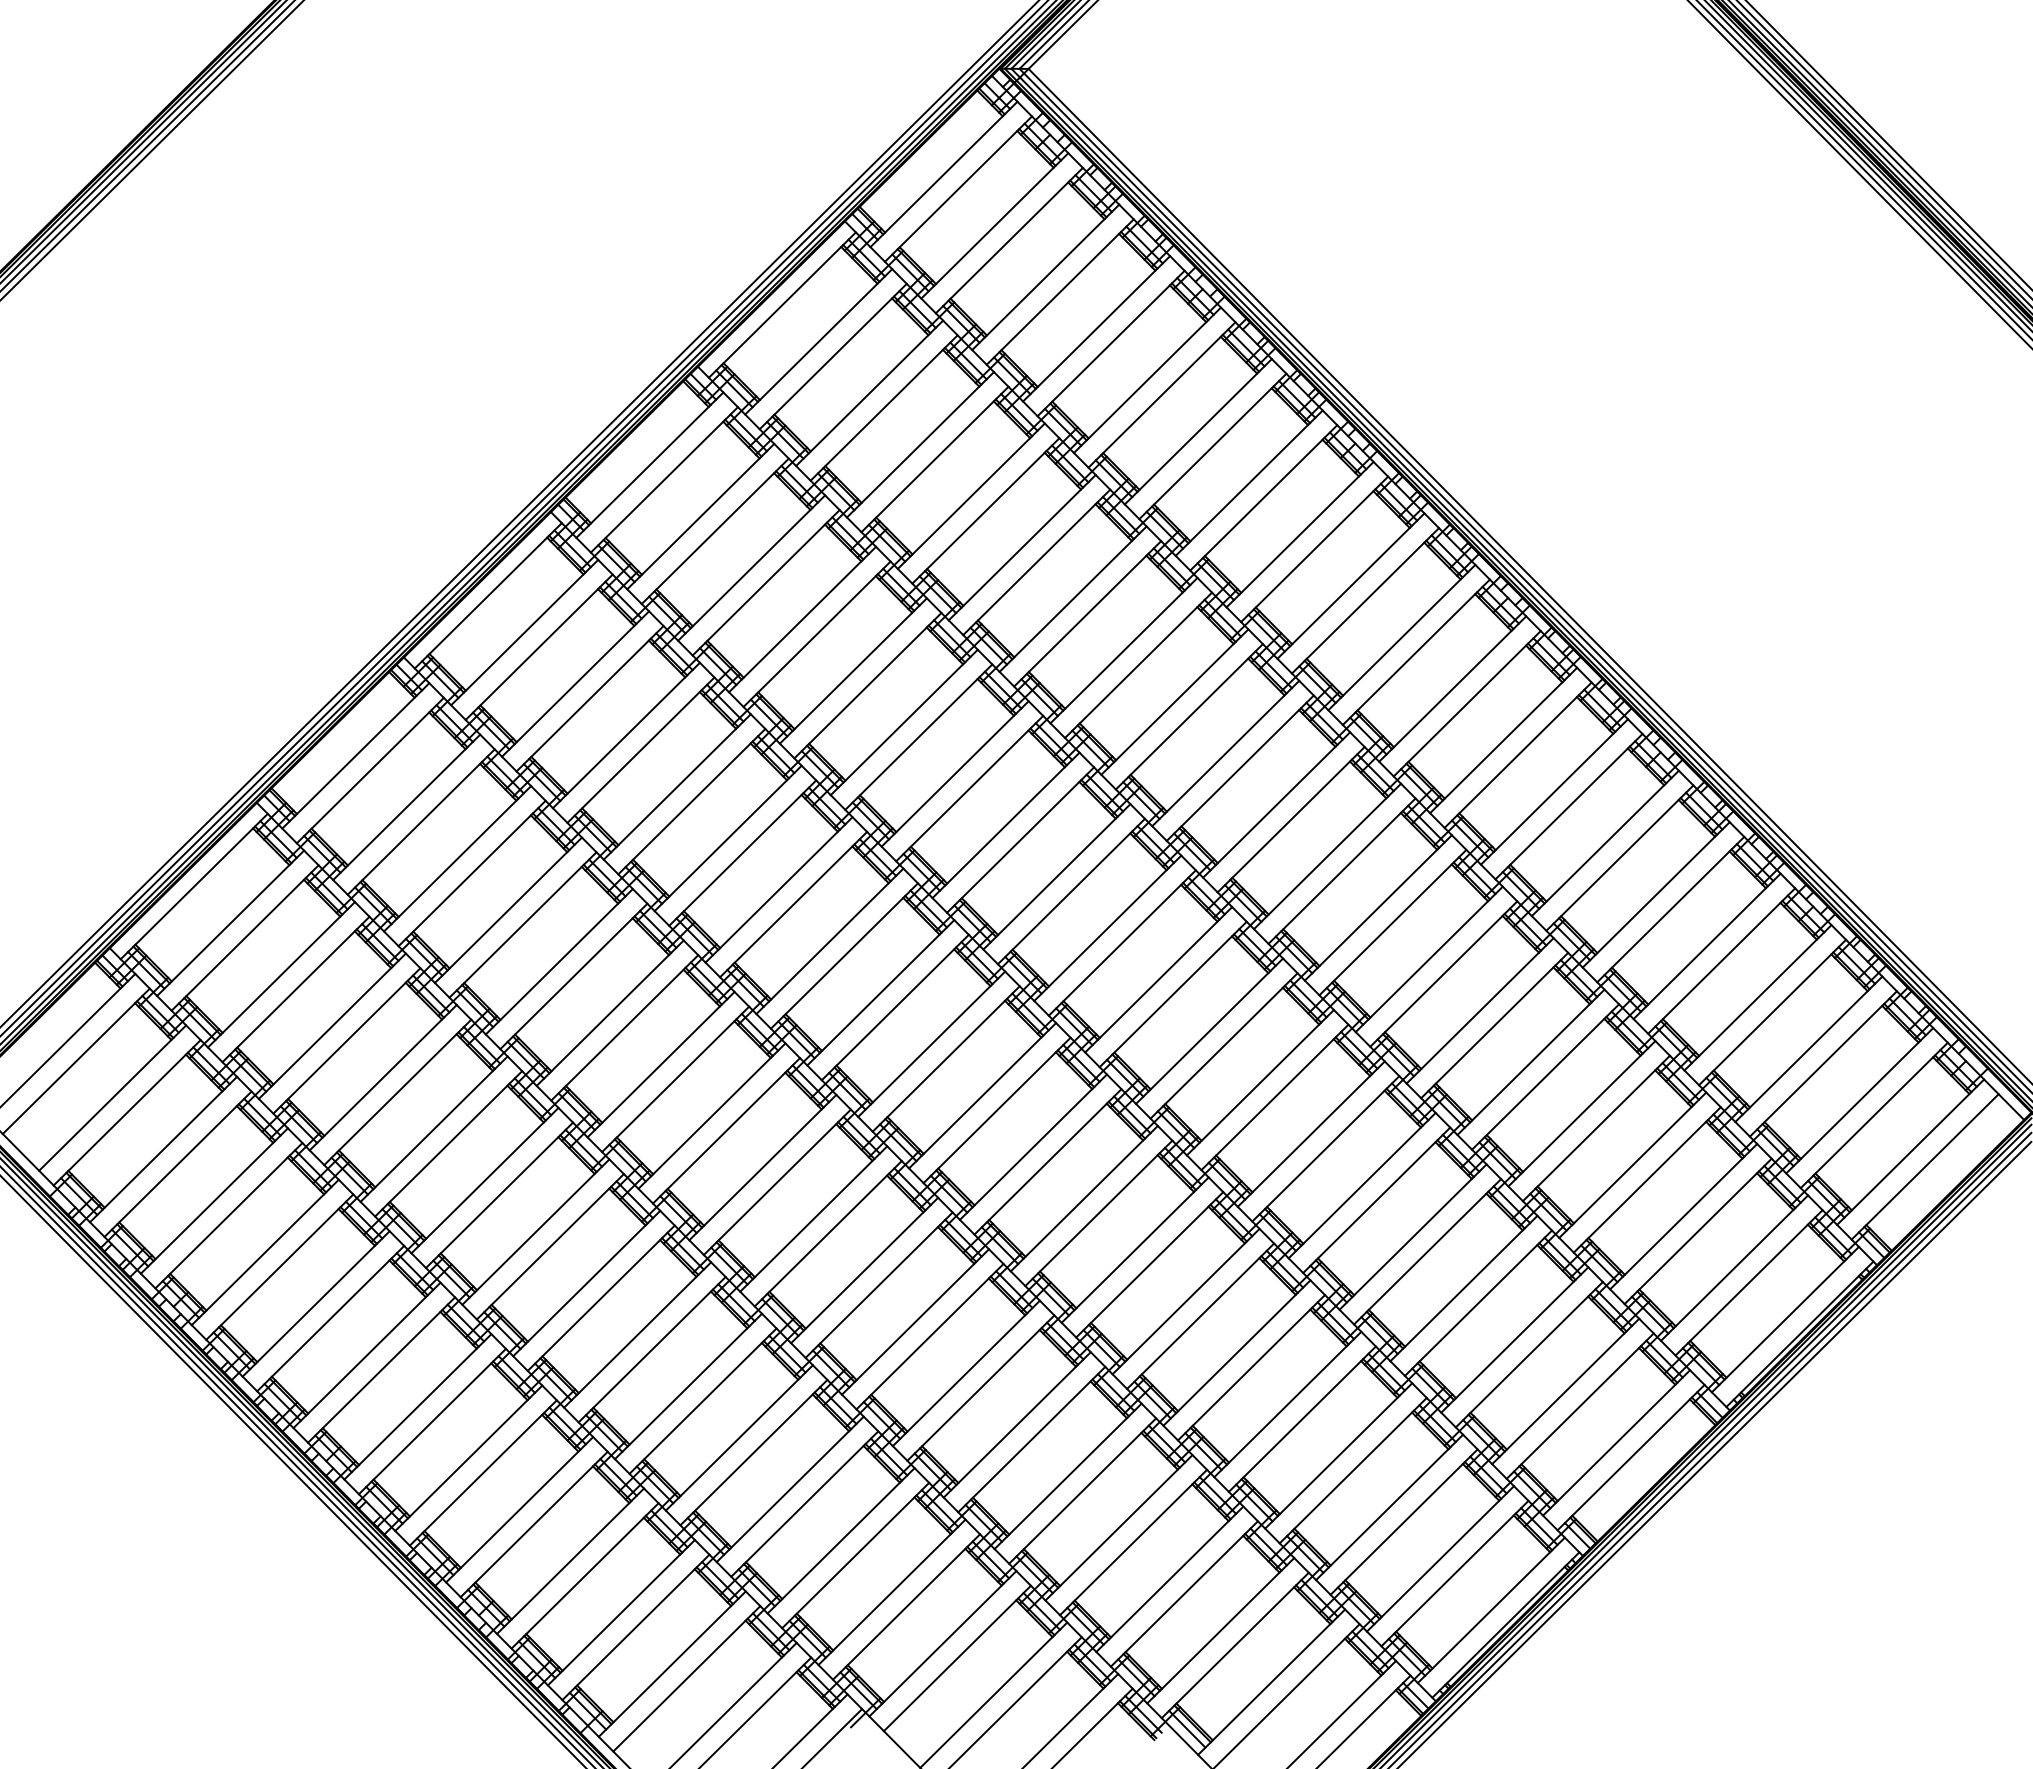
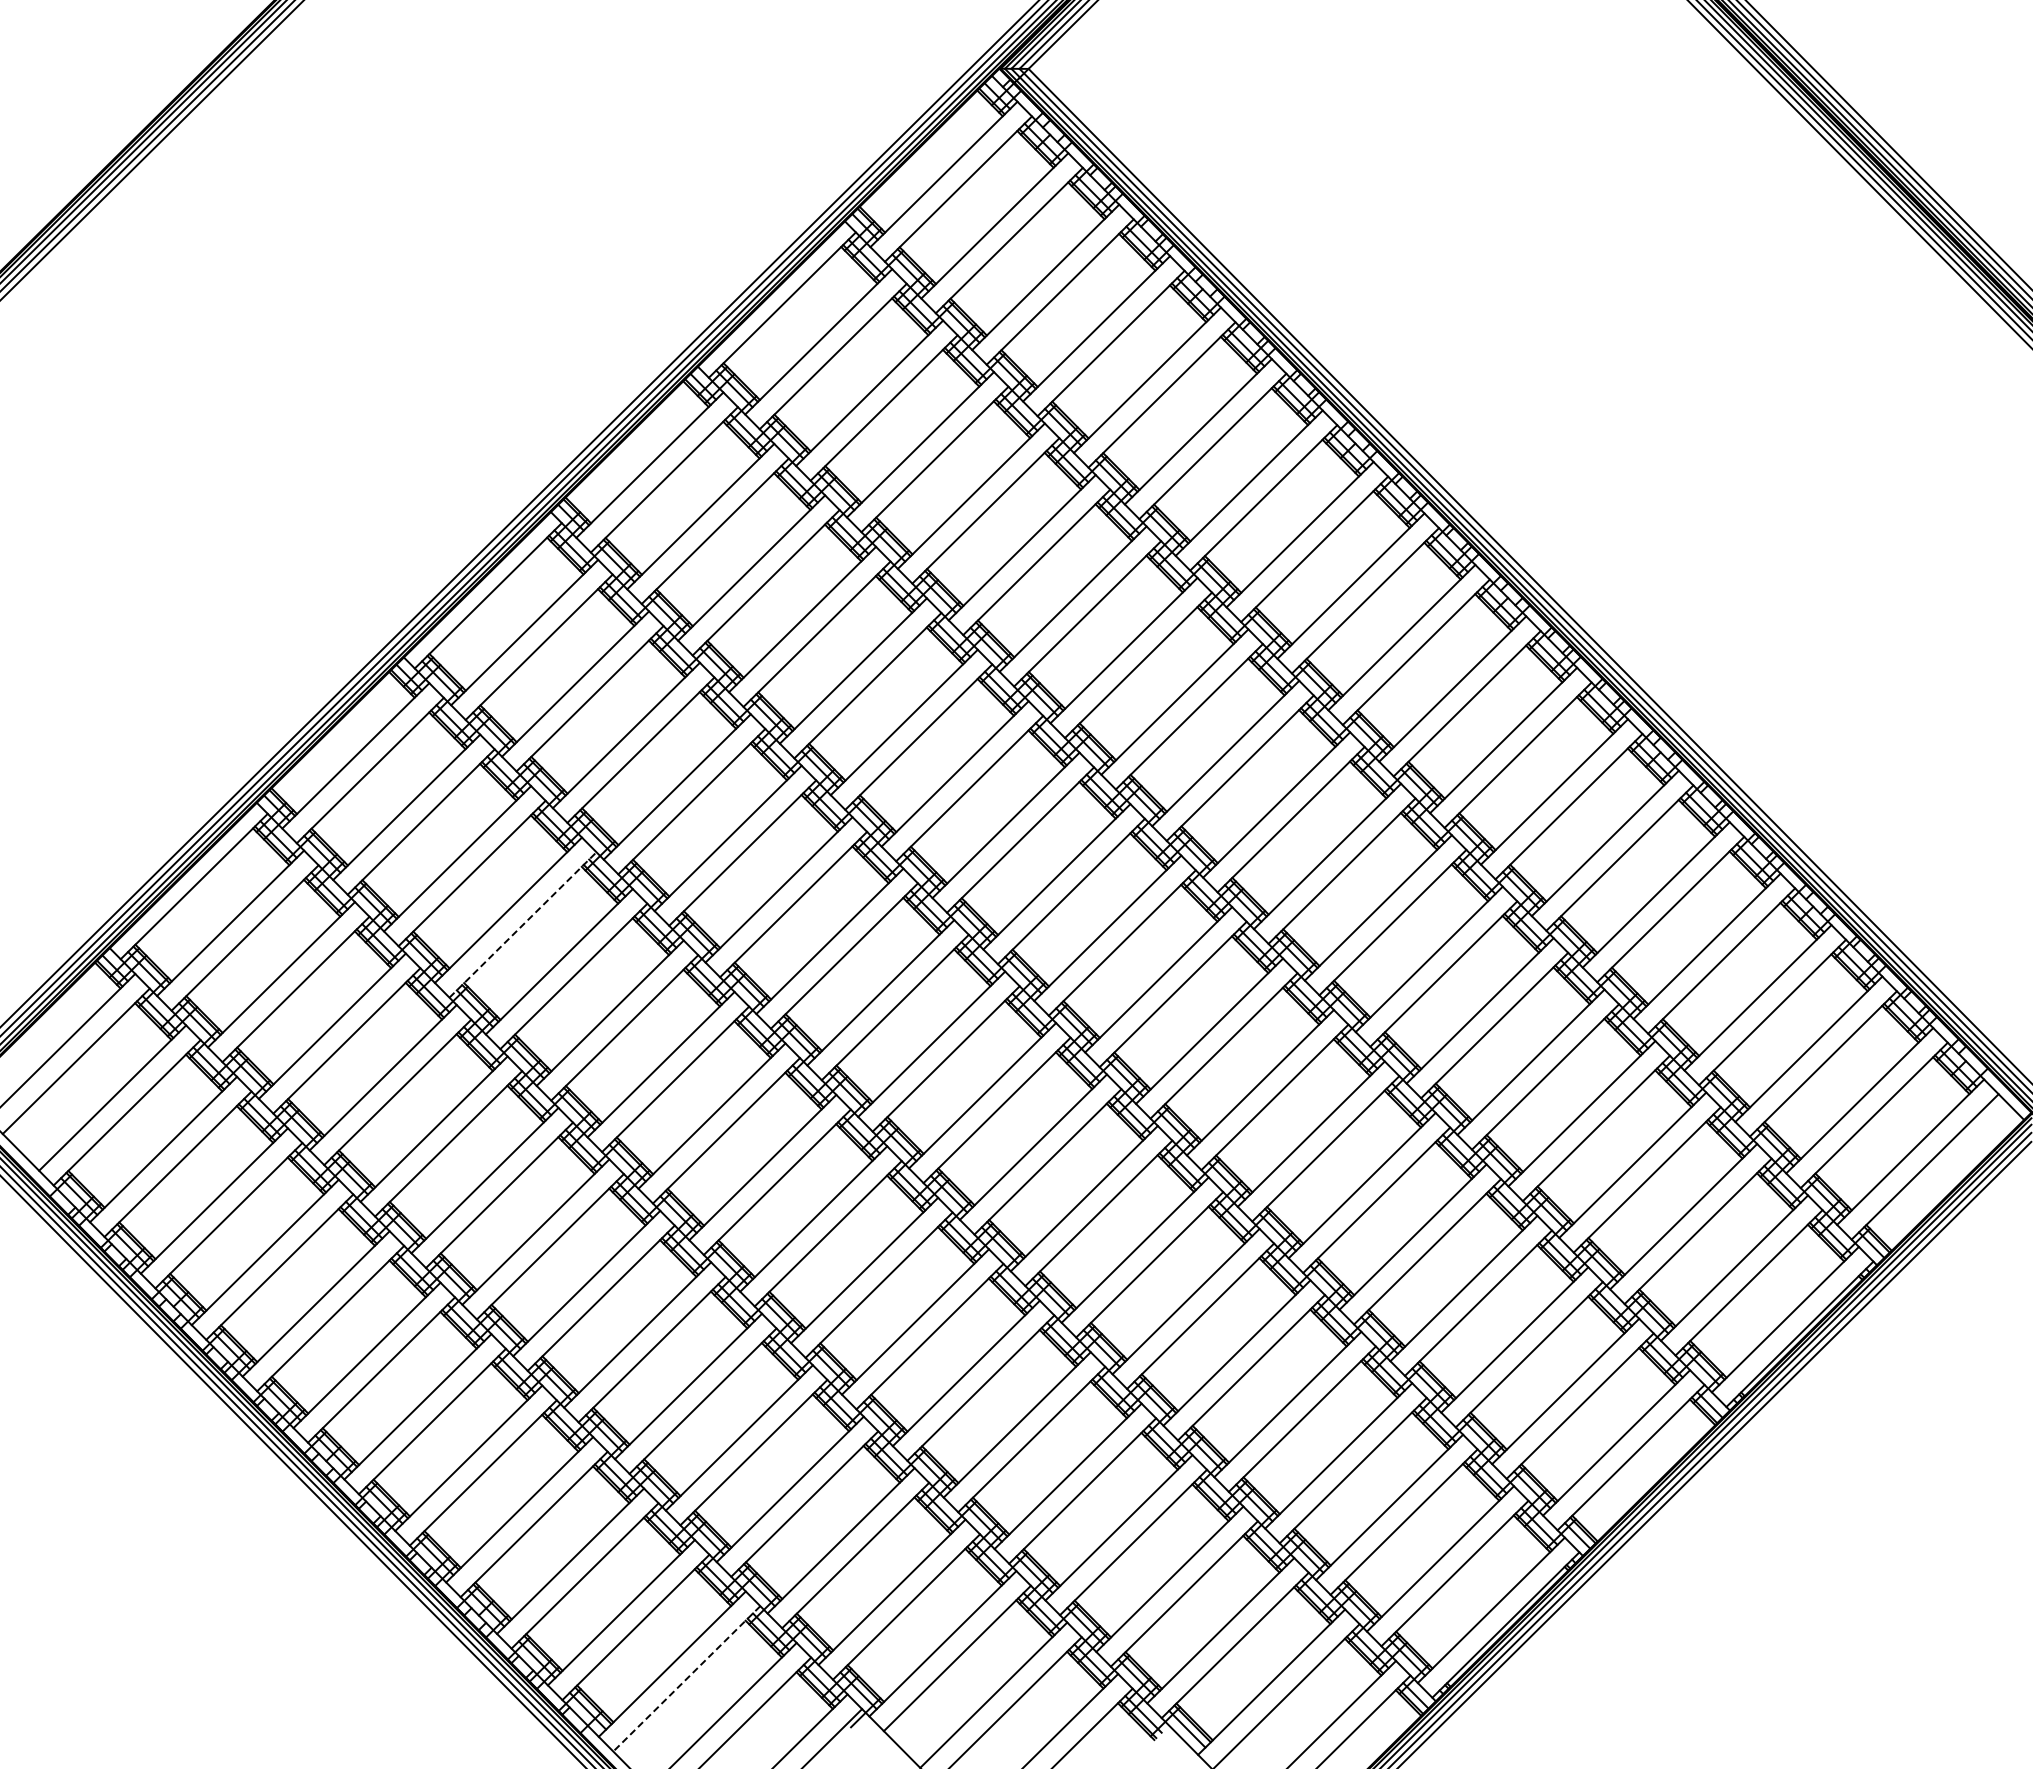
line at (523, 924): solid -> dashed
line at (686, 1679): solid -> dashed
